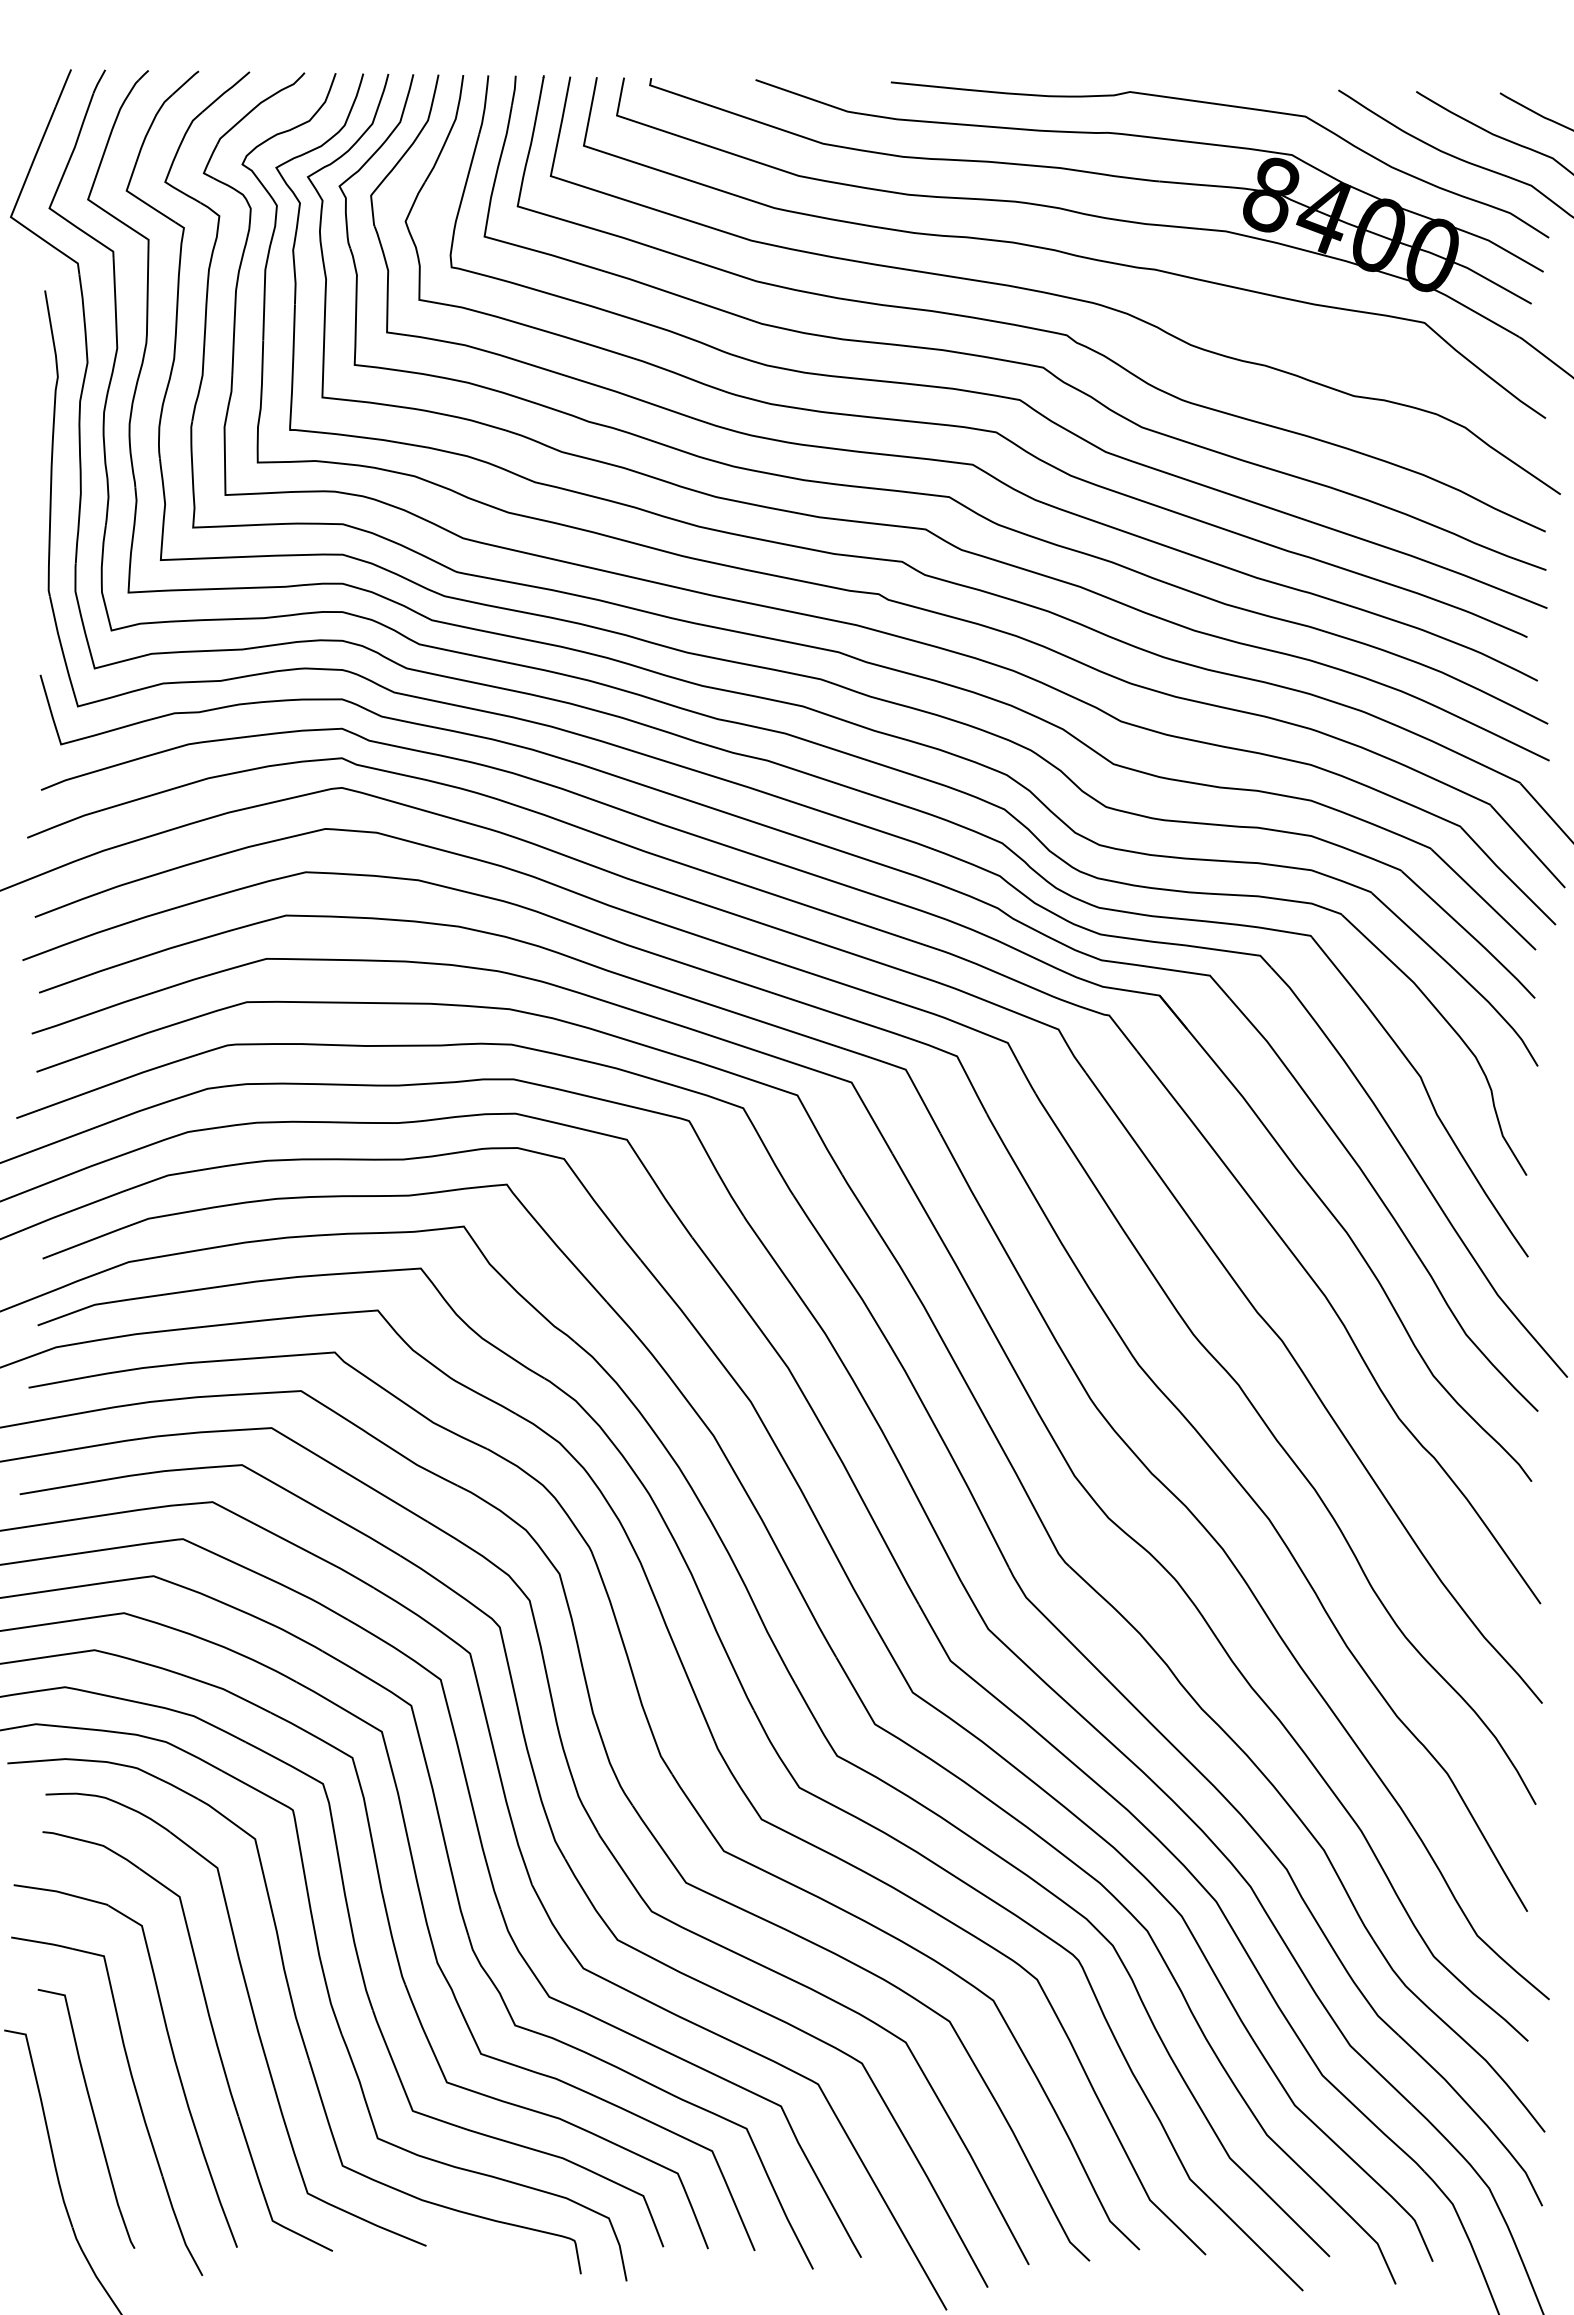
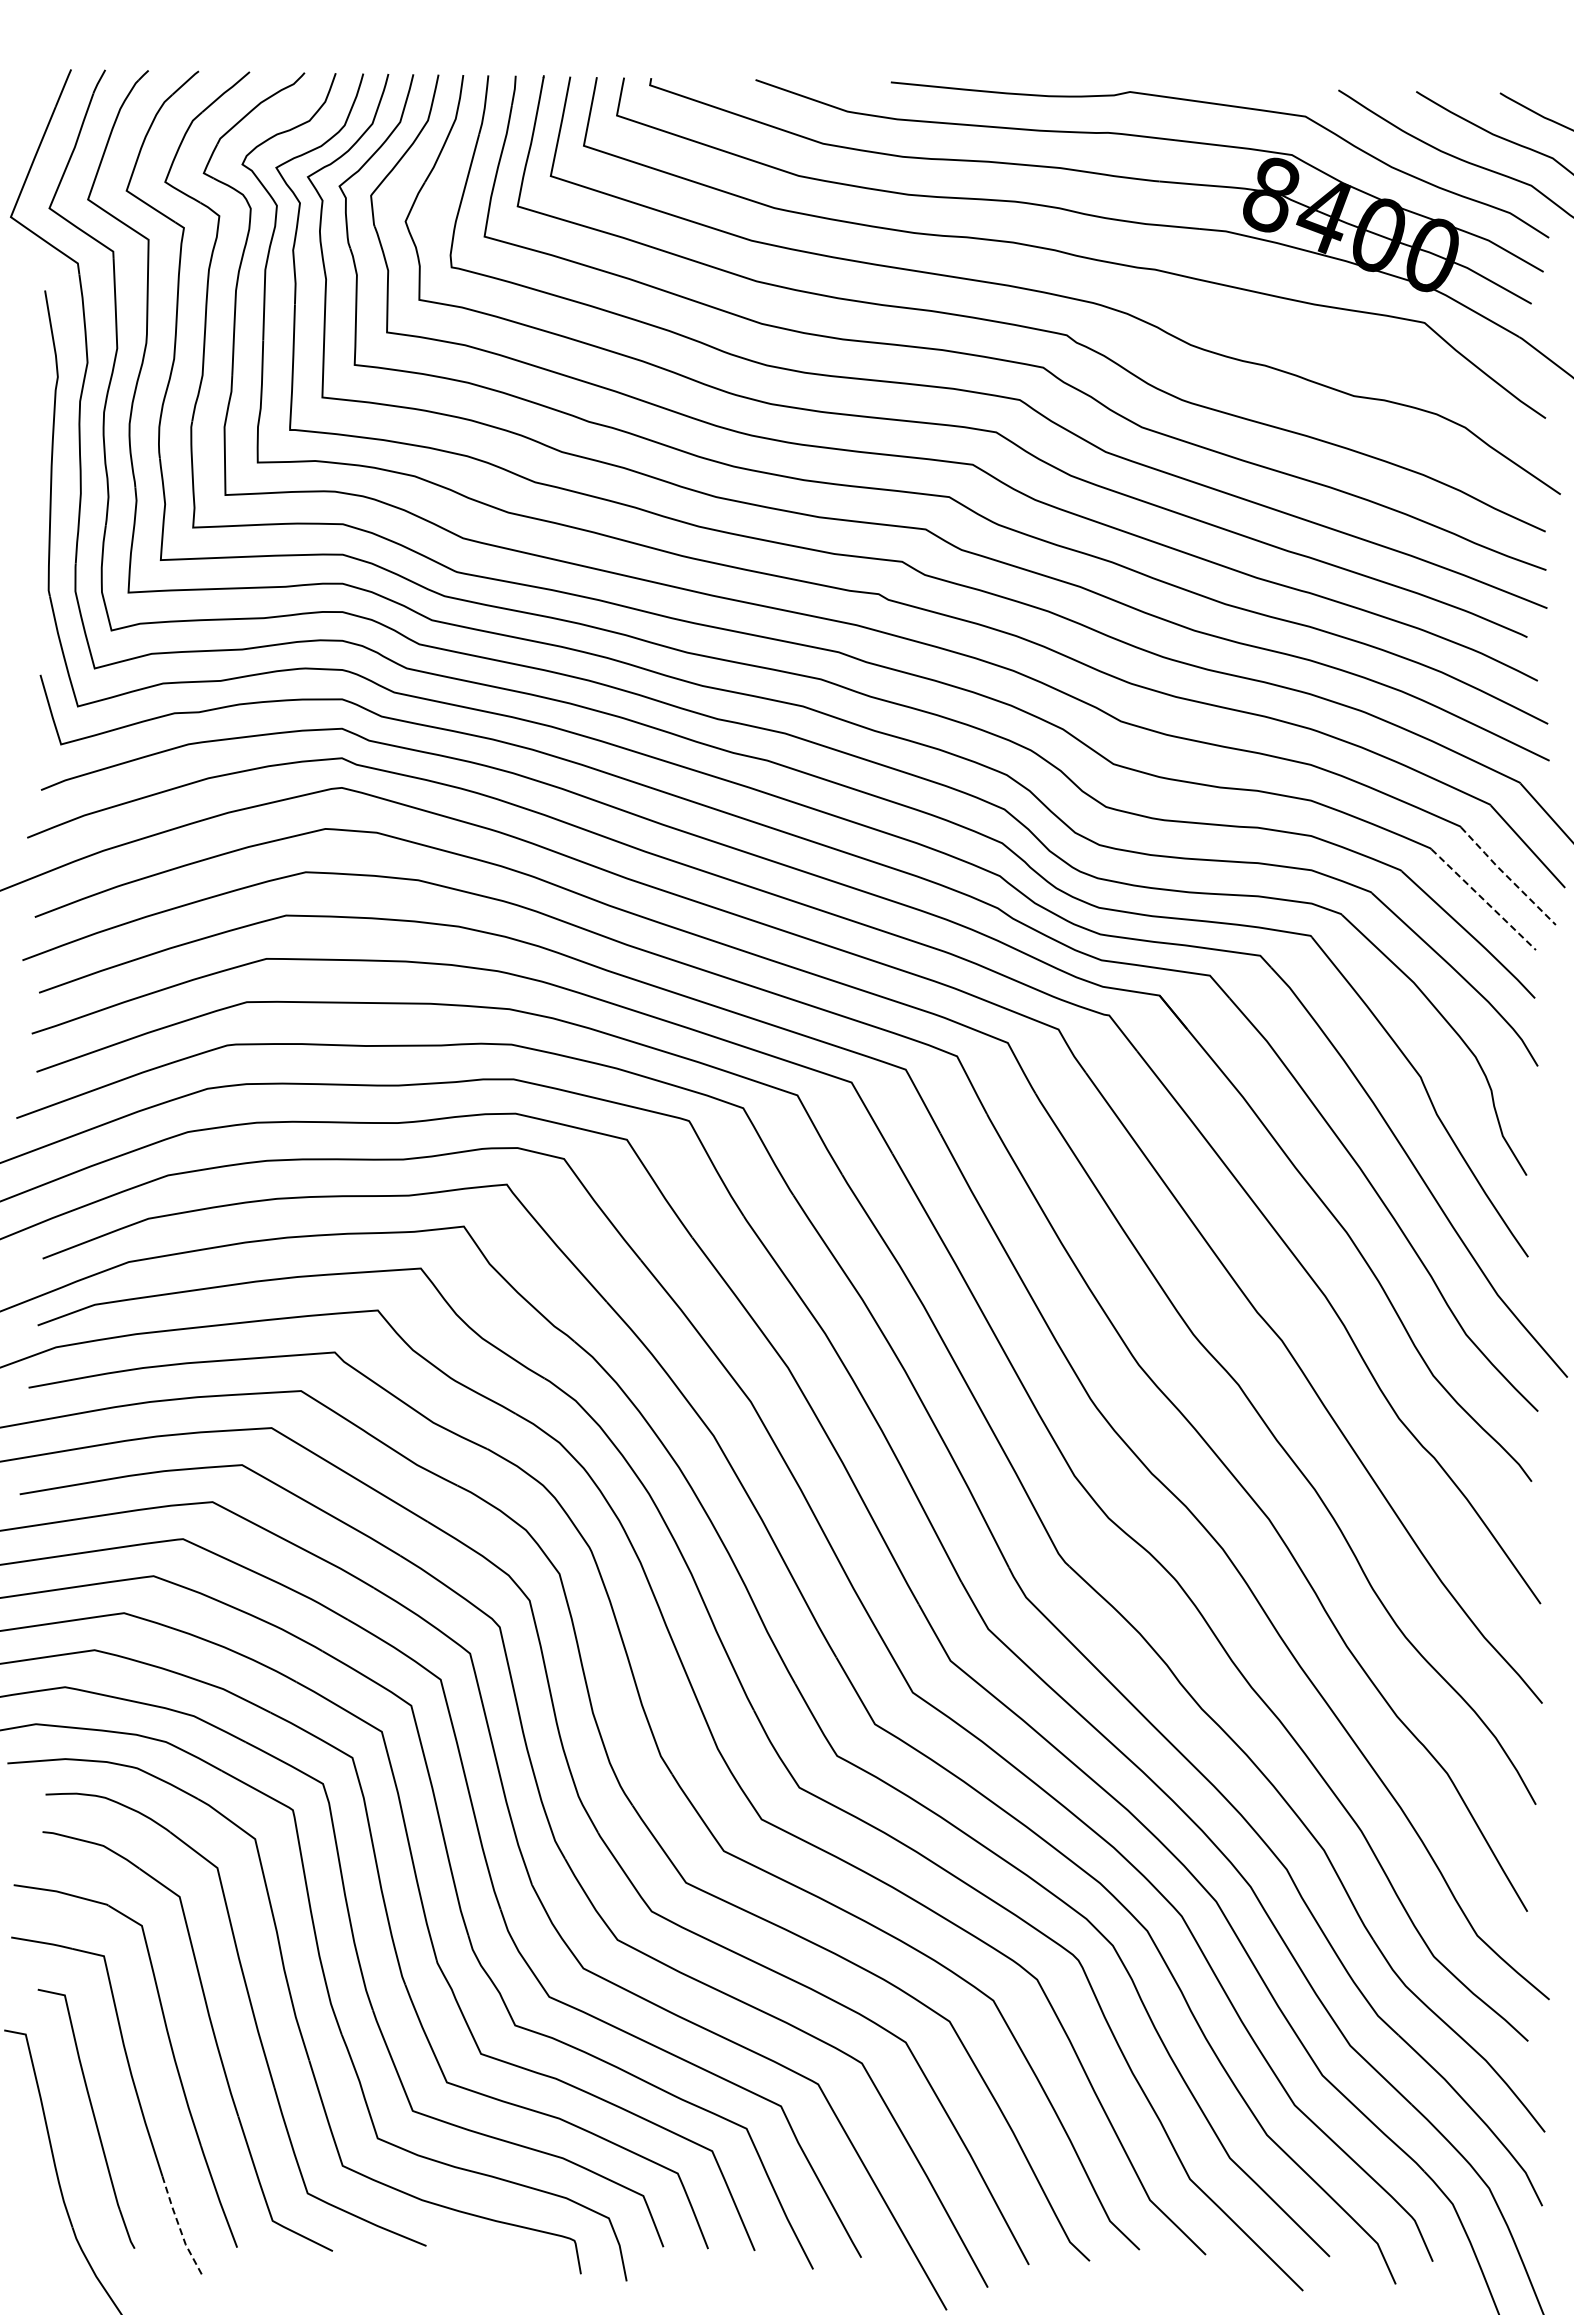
line at (1507, 876): solid -> dashed
line at (1483, 899): solid -> dashed
line at (179, 2227): solid -> dashed
